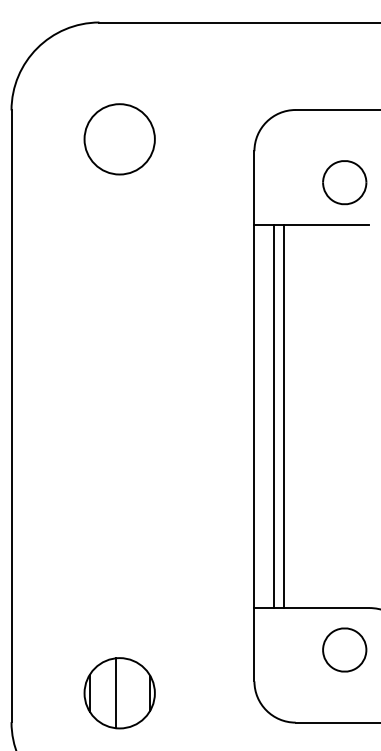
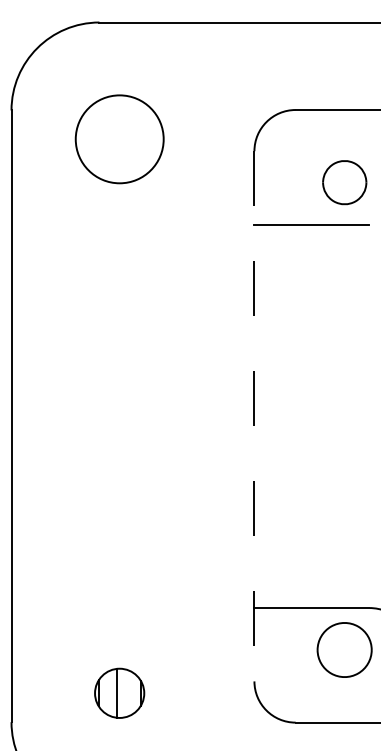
circle at (119, 139) diameter: 70 px -> 88 px
line at (254, 416): solid -> dashed
line at (274, 416): present -> none
line at (284, 416): present -> none
part at (344, 649) size: 46x46 px -> 57x56 px
part at (119, 693) size: 73x73 px -> 52x52 px
